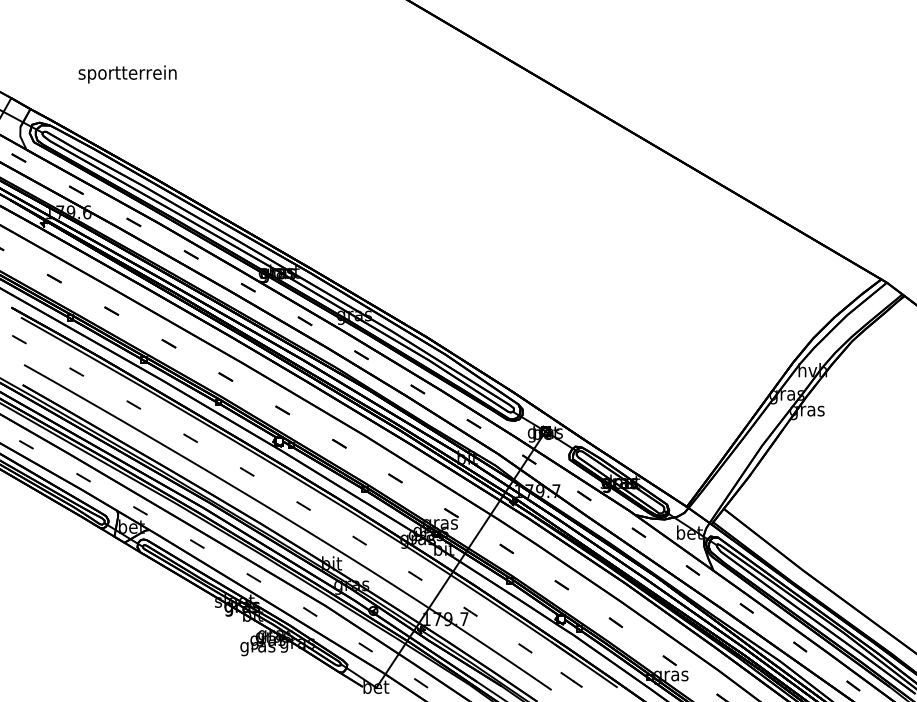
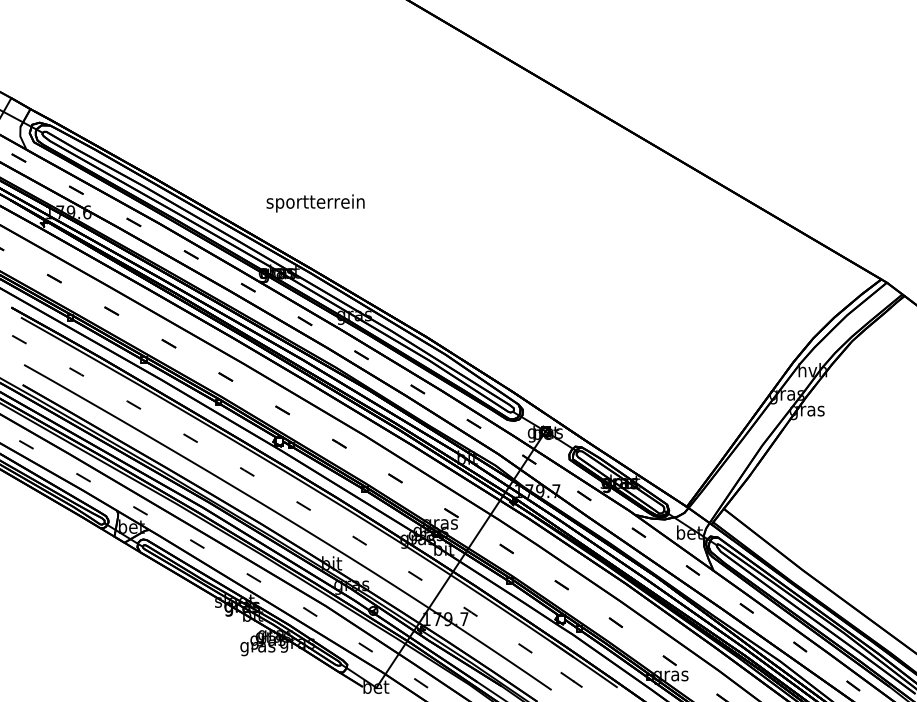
text at (127, 74) position: (127, 74) -> (315, 203)
